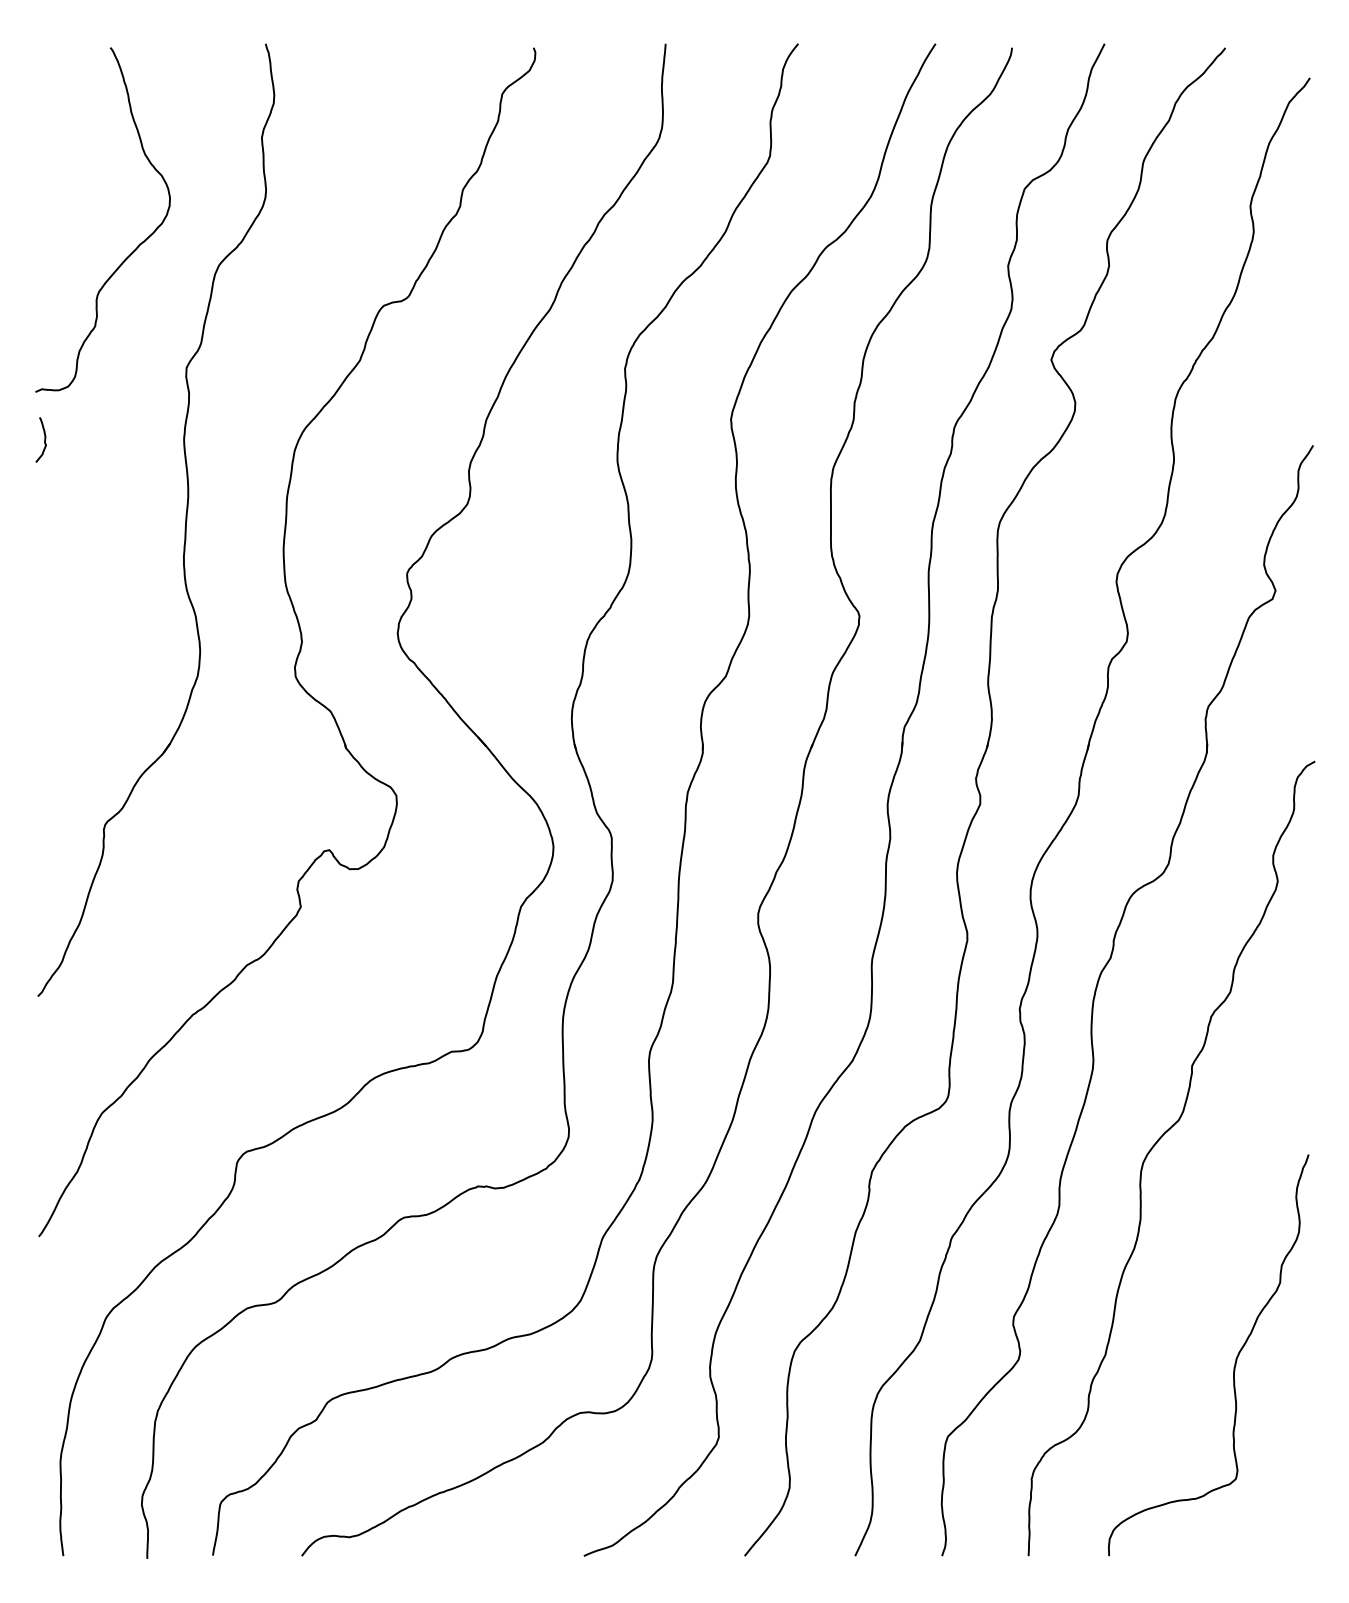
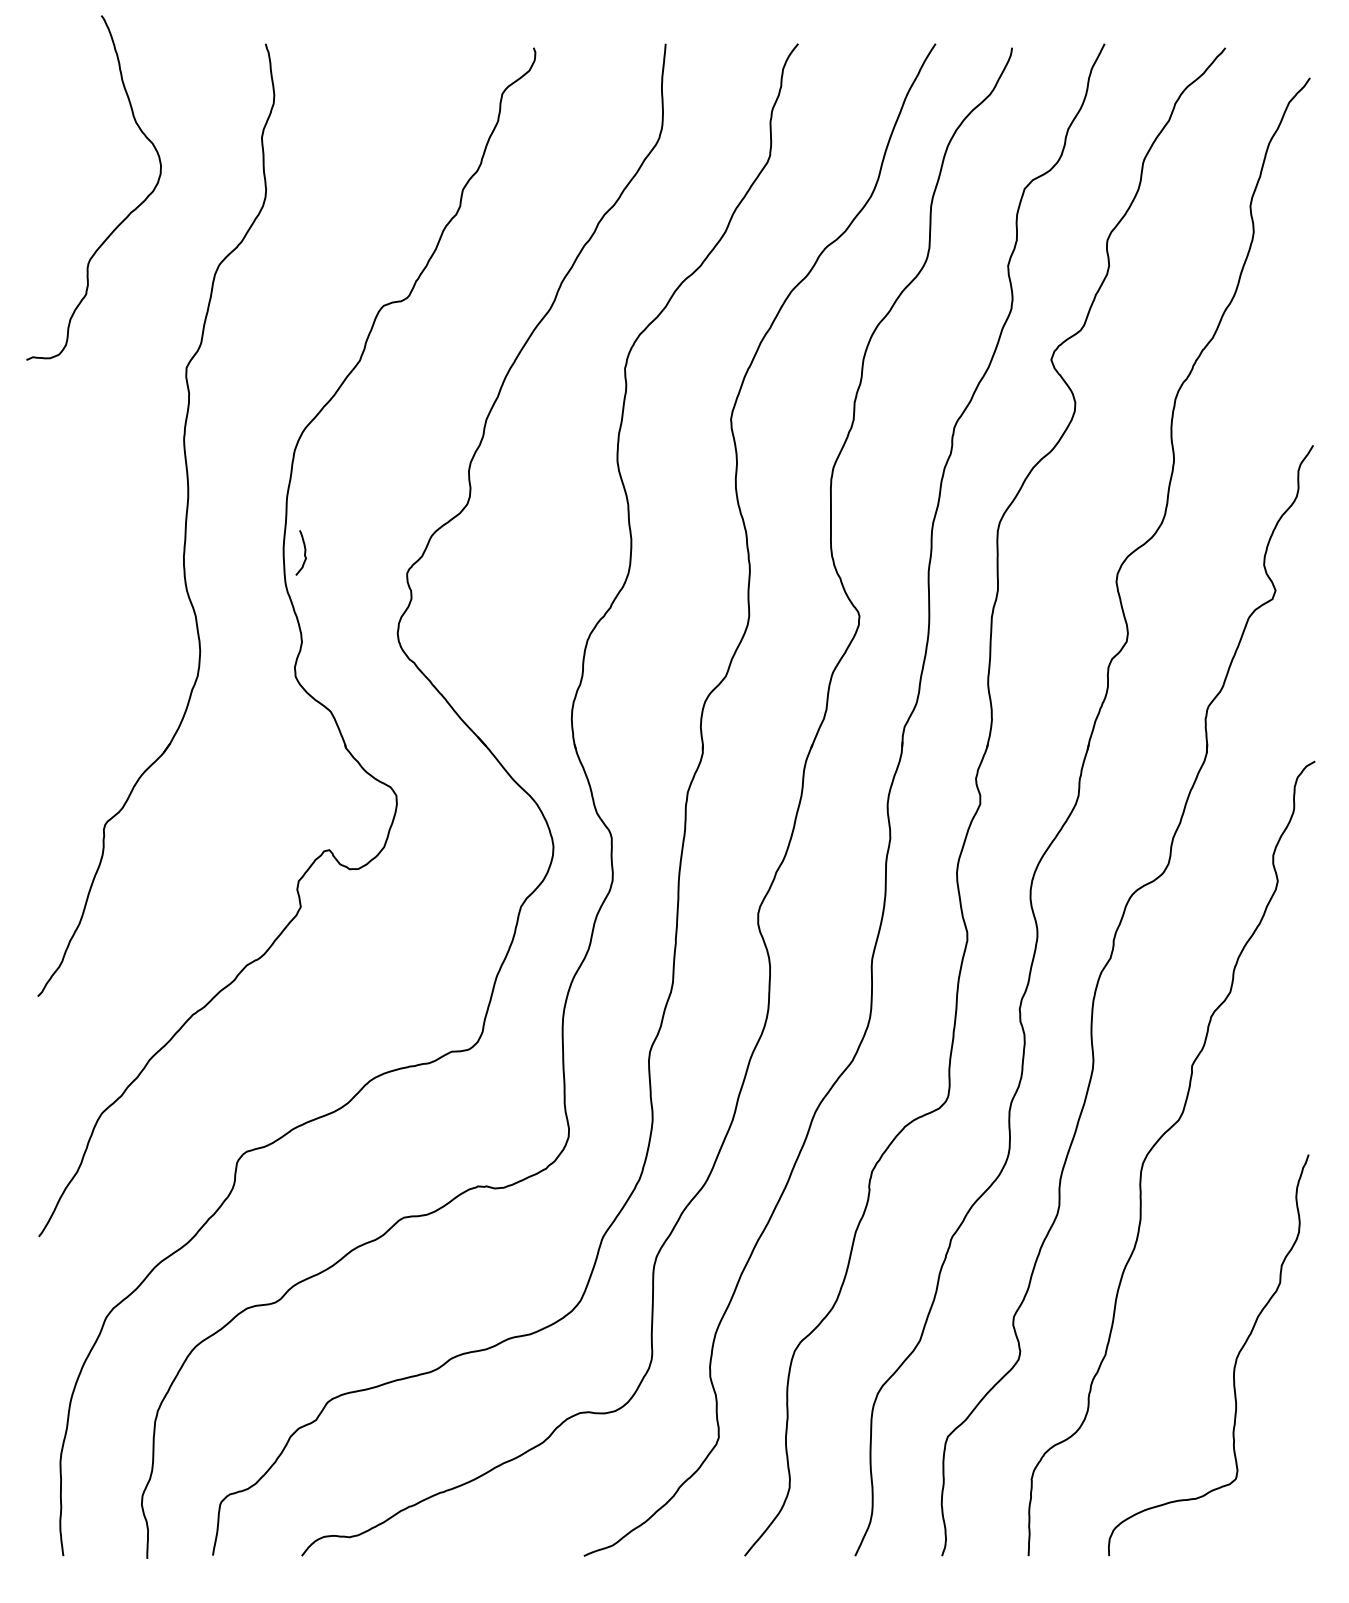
curve at (138, 244) position: (138, 244) -> (129, 212)
curve at (44, 439) position: (44, 439) -> (304, 552)
